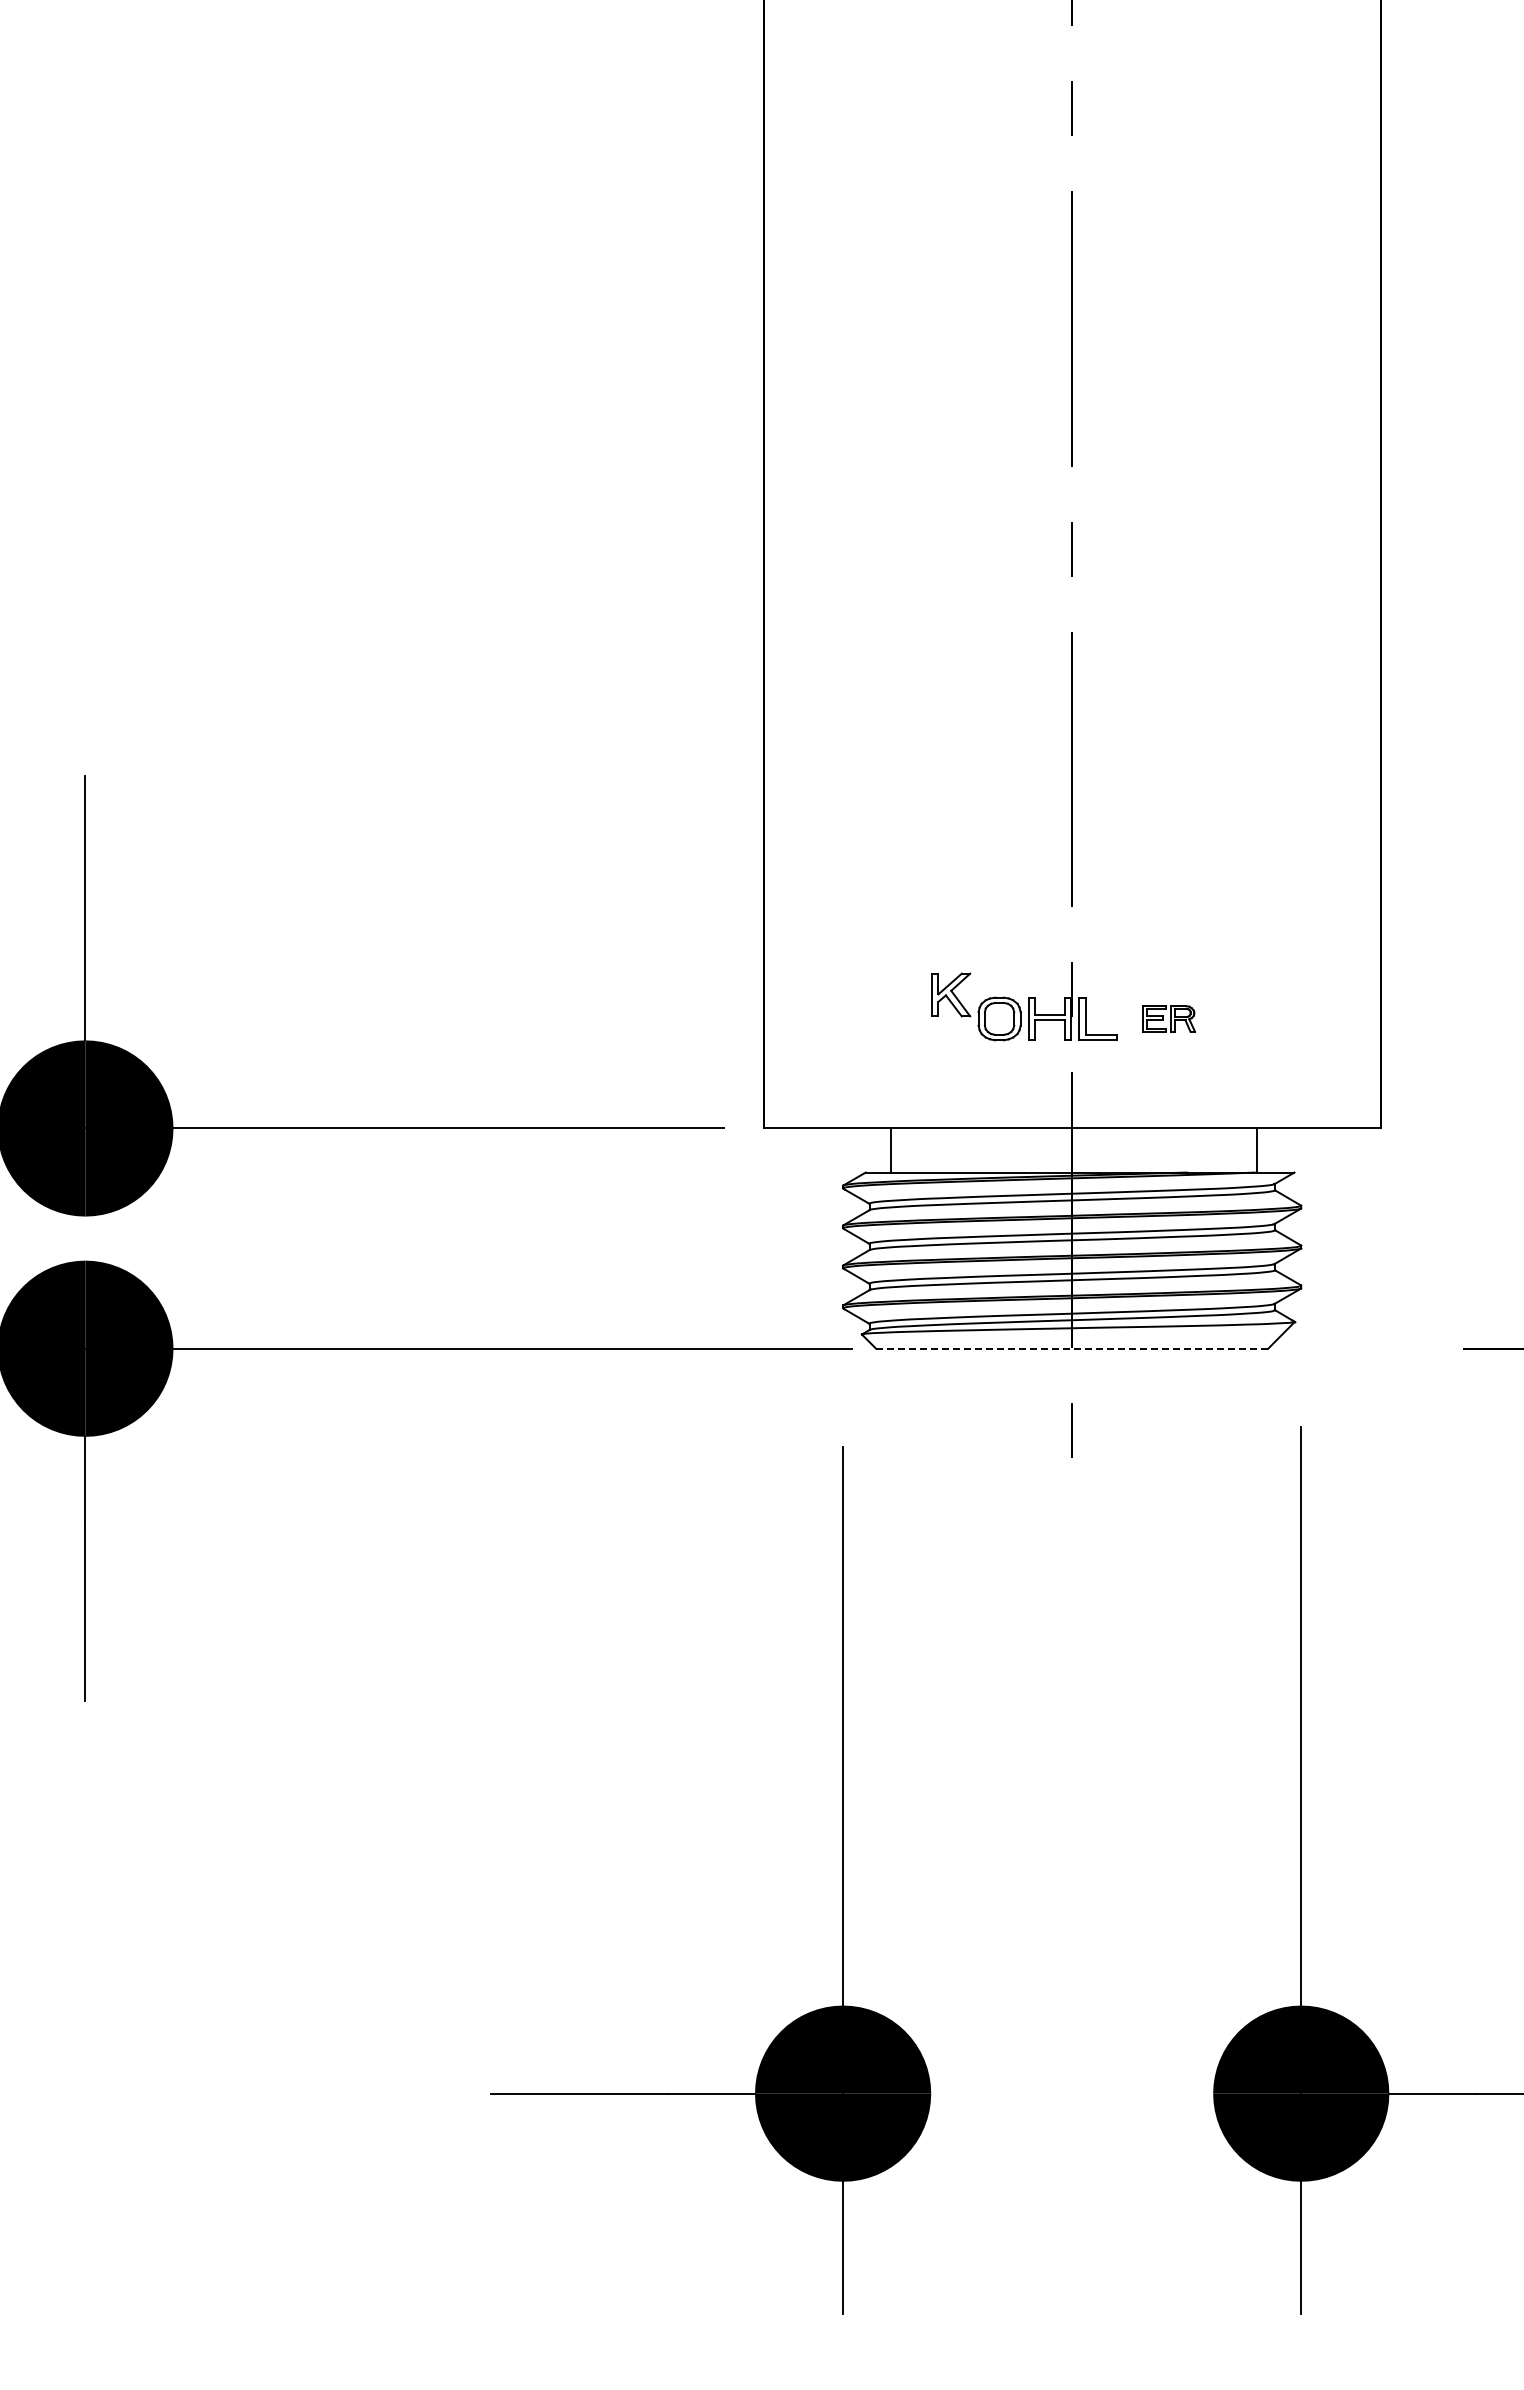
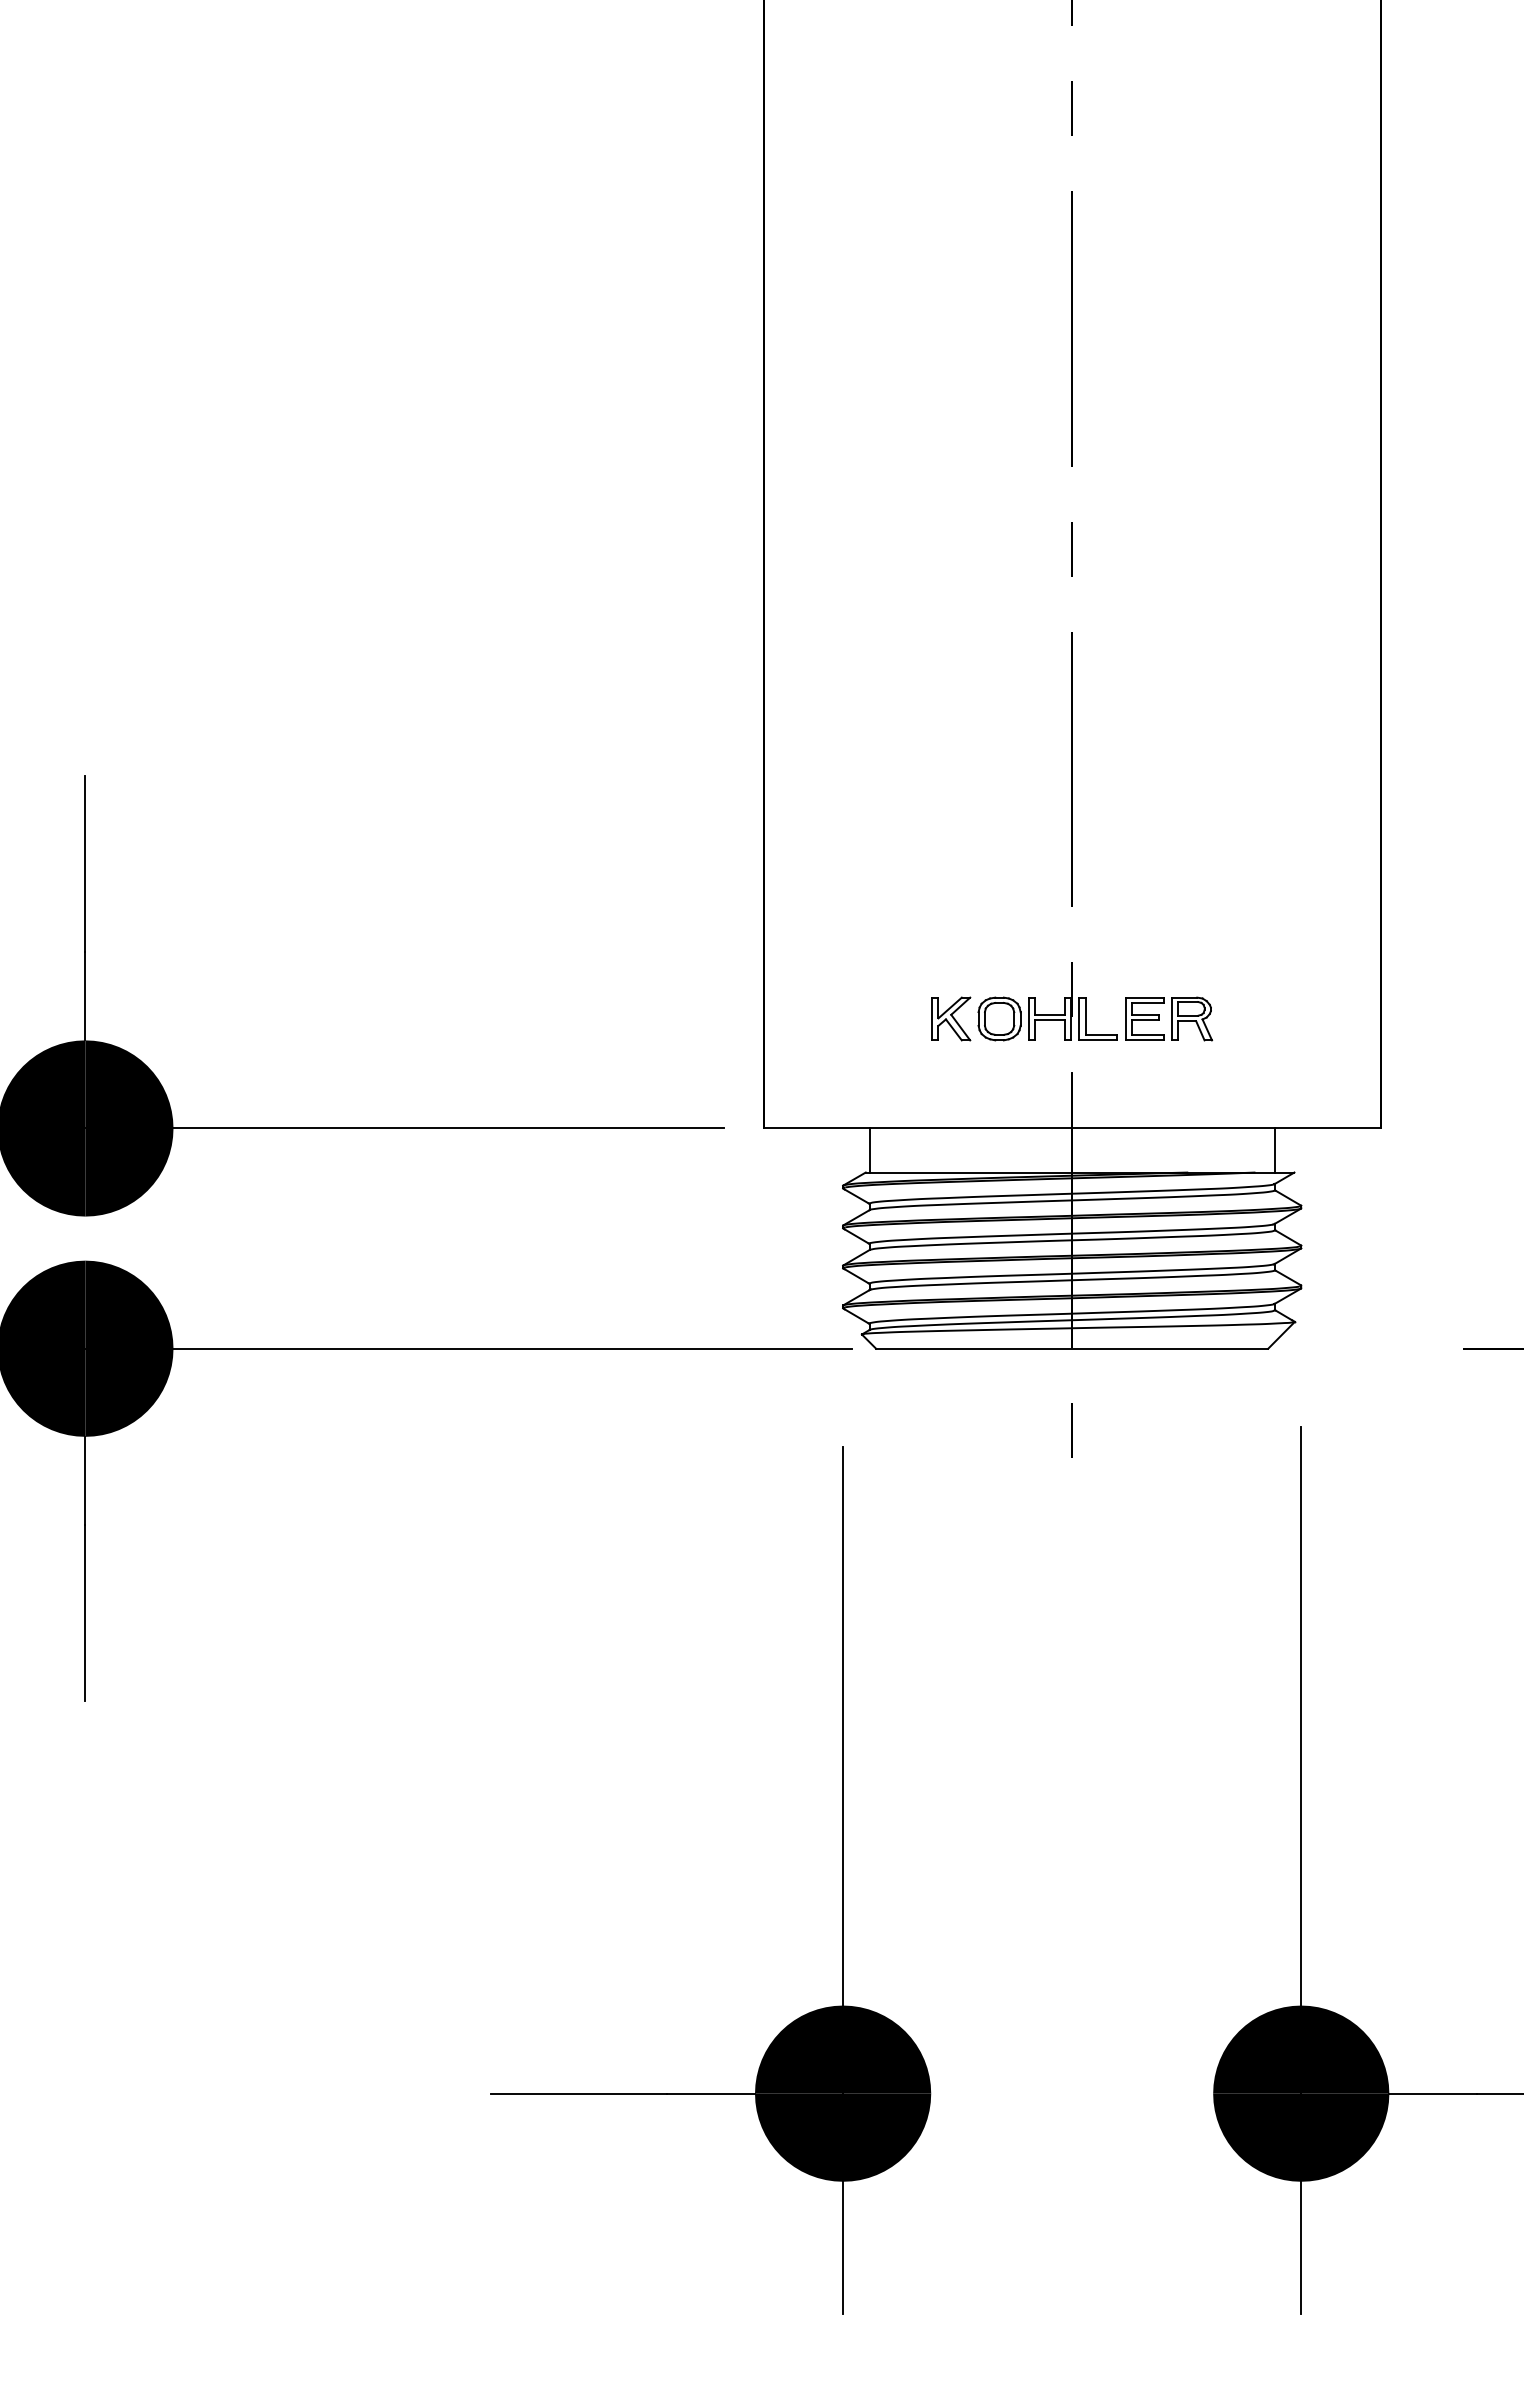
part at (951, 994) position: (951, 994) -> (951, 1018)
part at (1168, 1018) size: 54x28 px -> 89x46 px
line at (890, 1150) position: (890, 1150) -> (869, 1150)
line at (1256, 1150) position: (1256, 1150) -> (1274, 1150)
line at (1071, 1348): dashed -> solid
